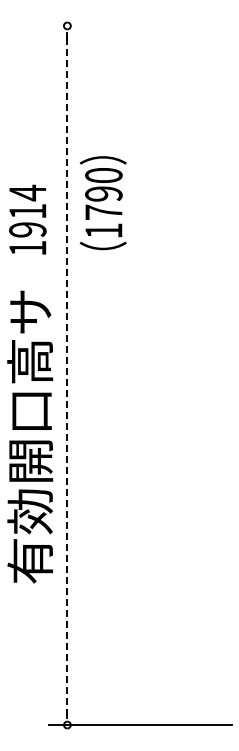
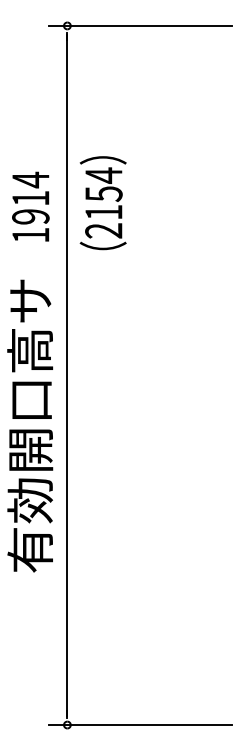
line at (140, 25): none -> present
text at (103, 202): 1790 -> 2154
text at (27, 219) position: (27, 219) -> (30, 206)
line at (67, 375): dashed -> solid
text at (30, 436) position: (30, 436) -> (30, 425)
